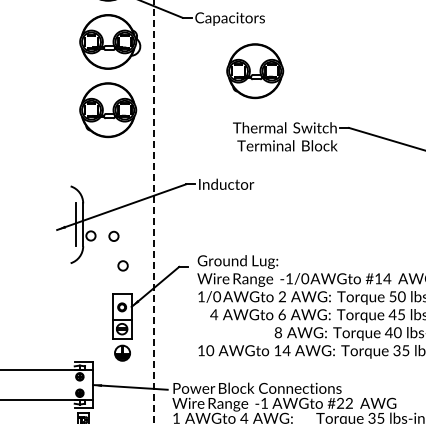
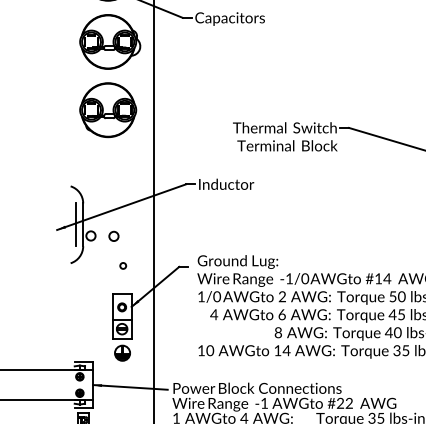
part at (255, 71): present -> none
line at (153, 212): dashed -> solid
circle at (122, 265) size: 12x12 px -> 9x8 px
